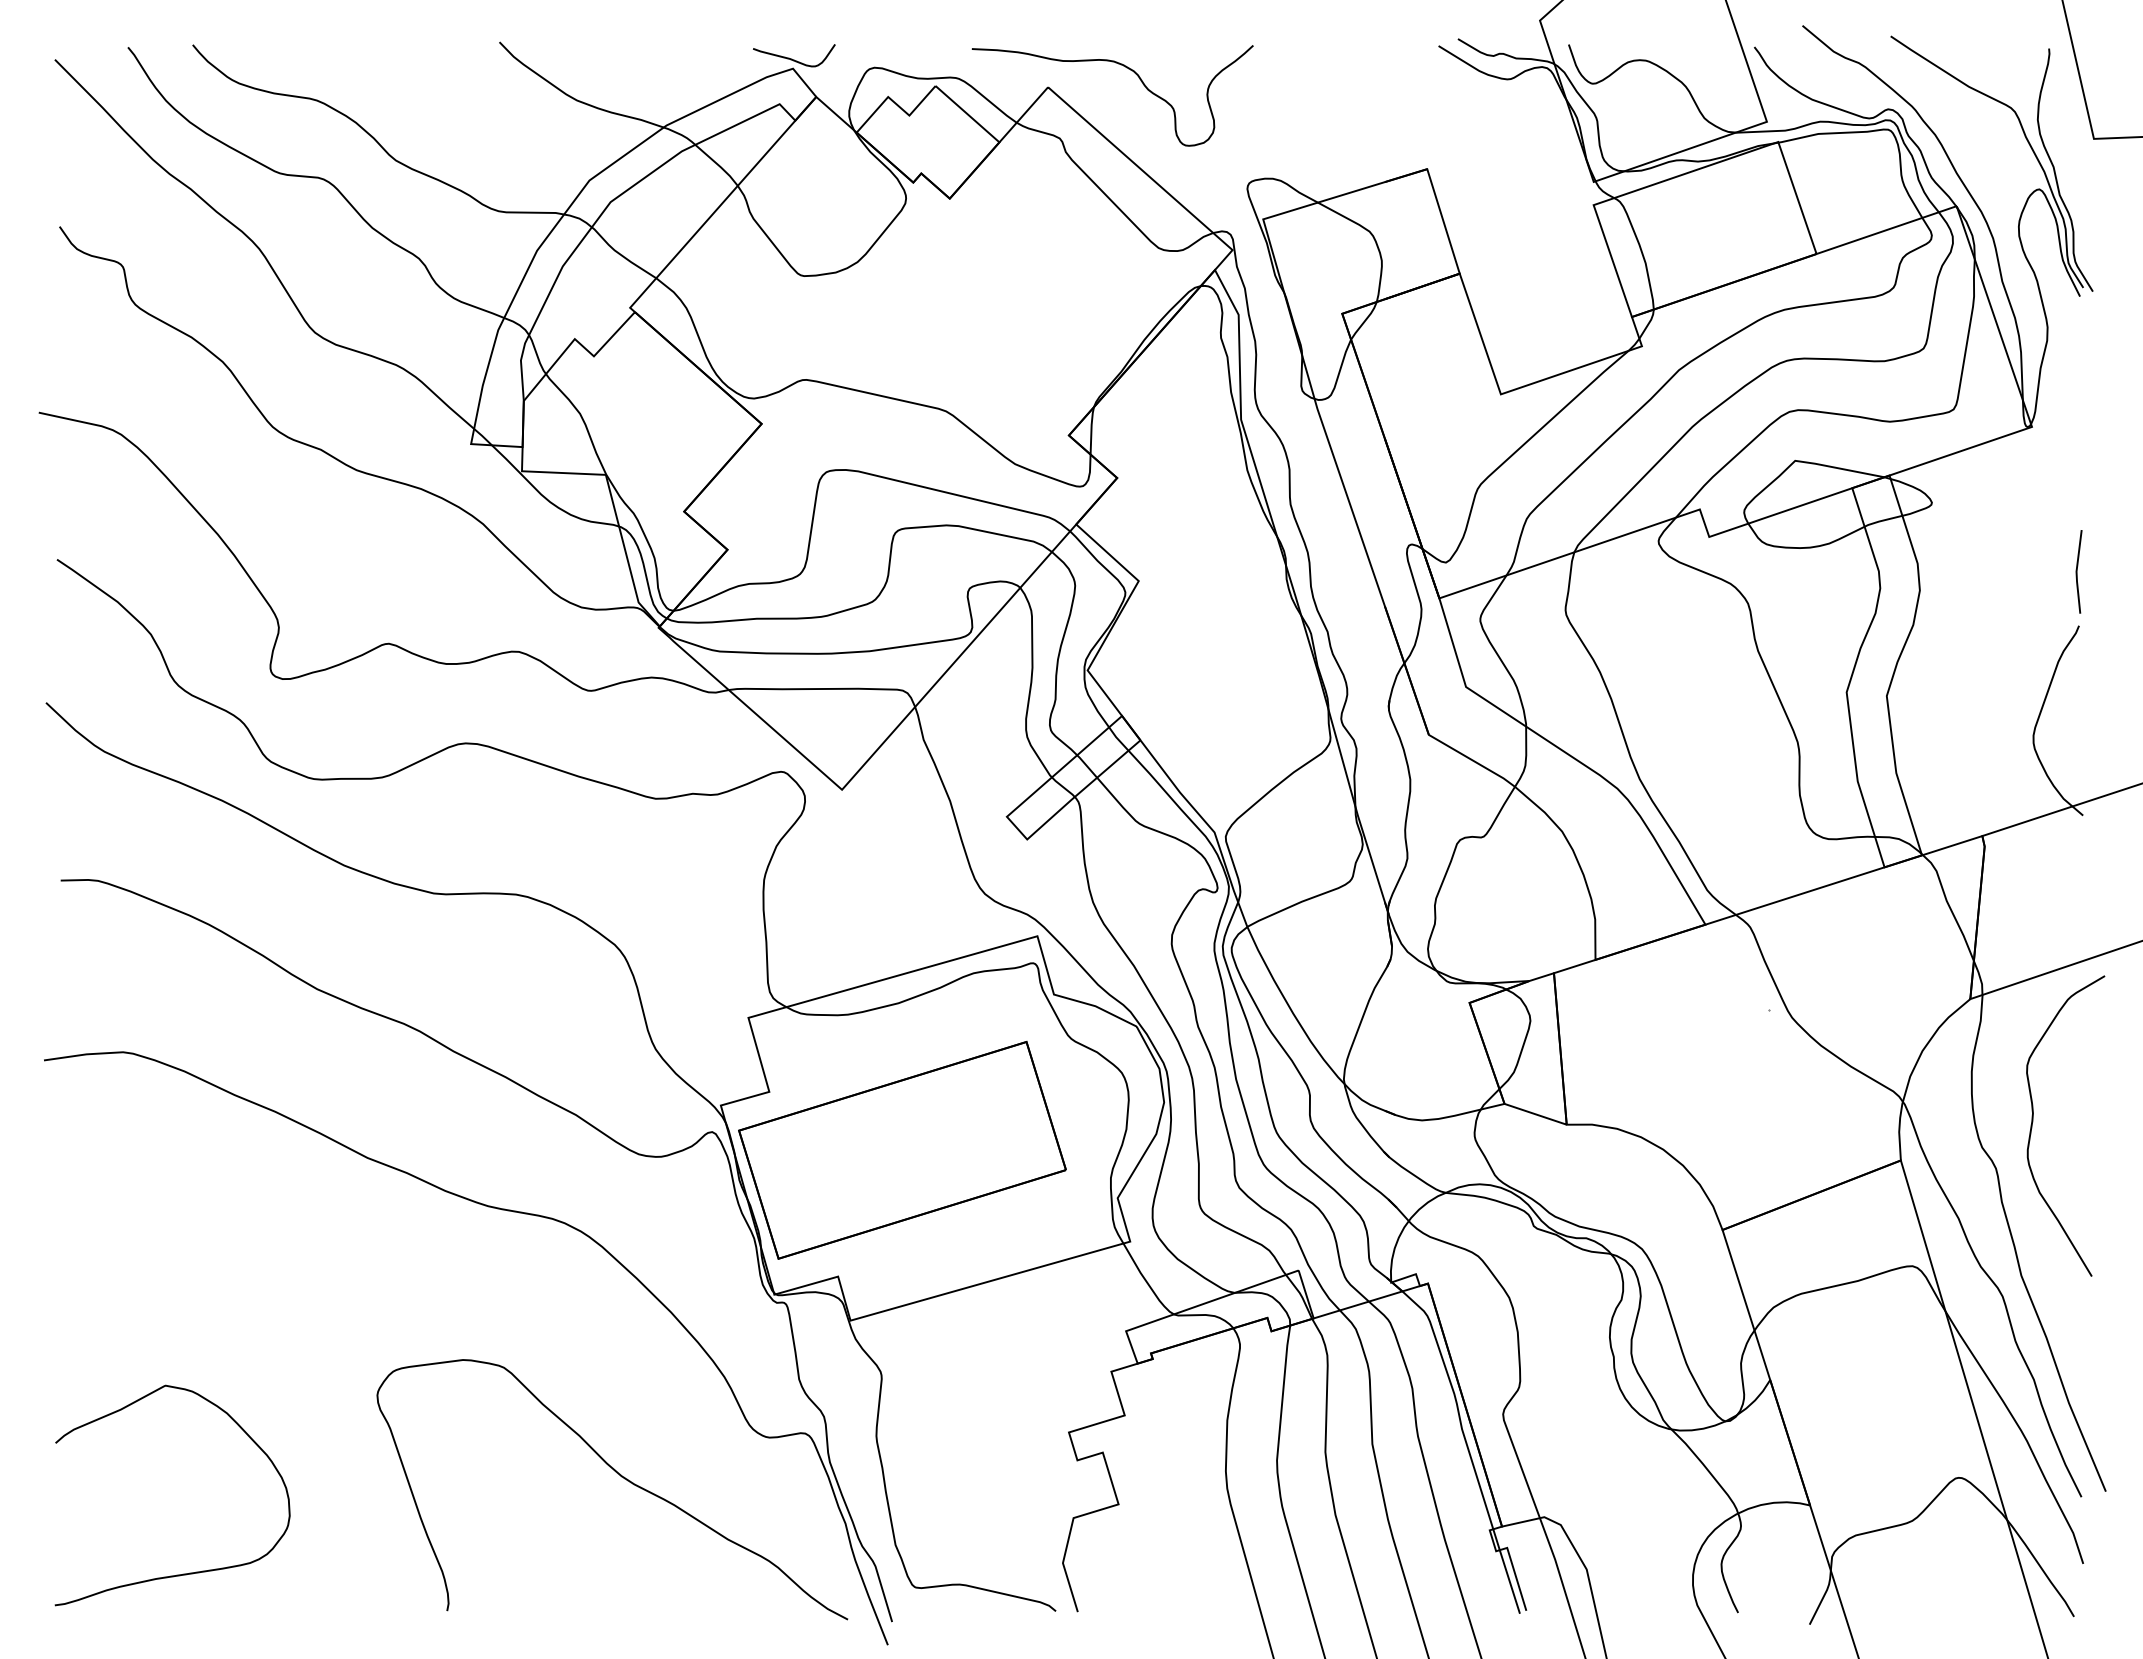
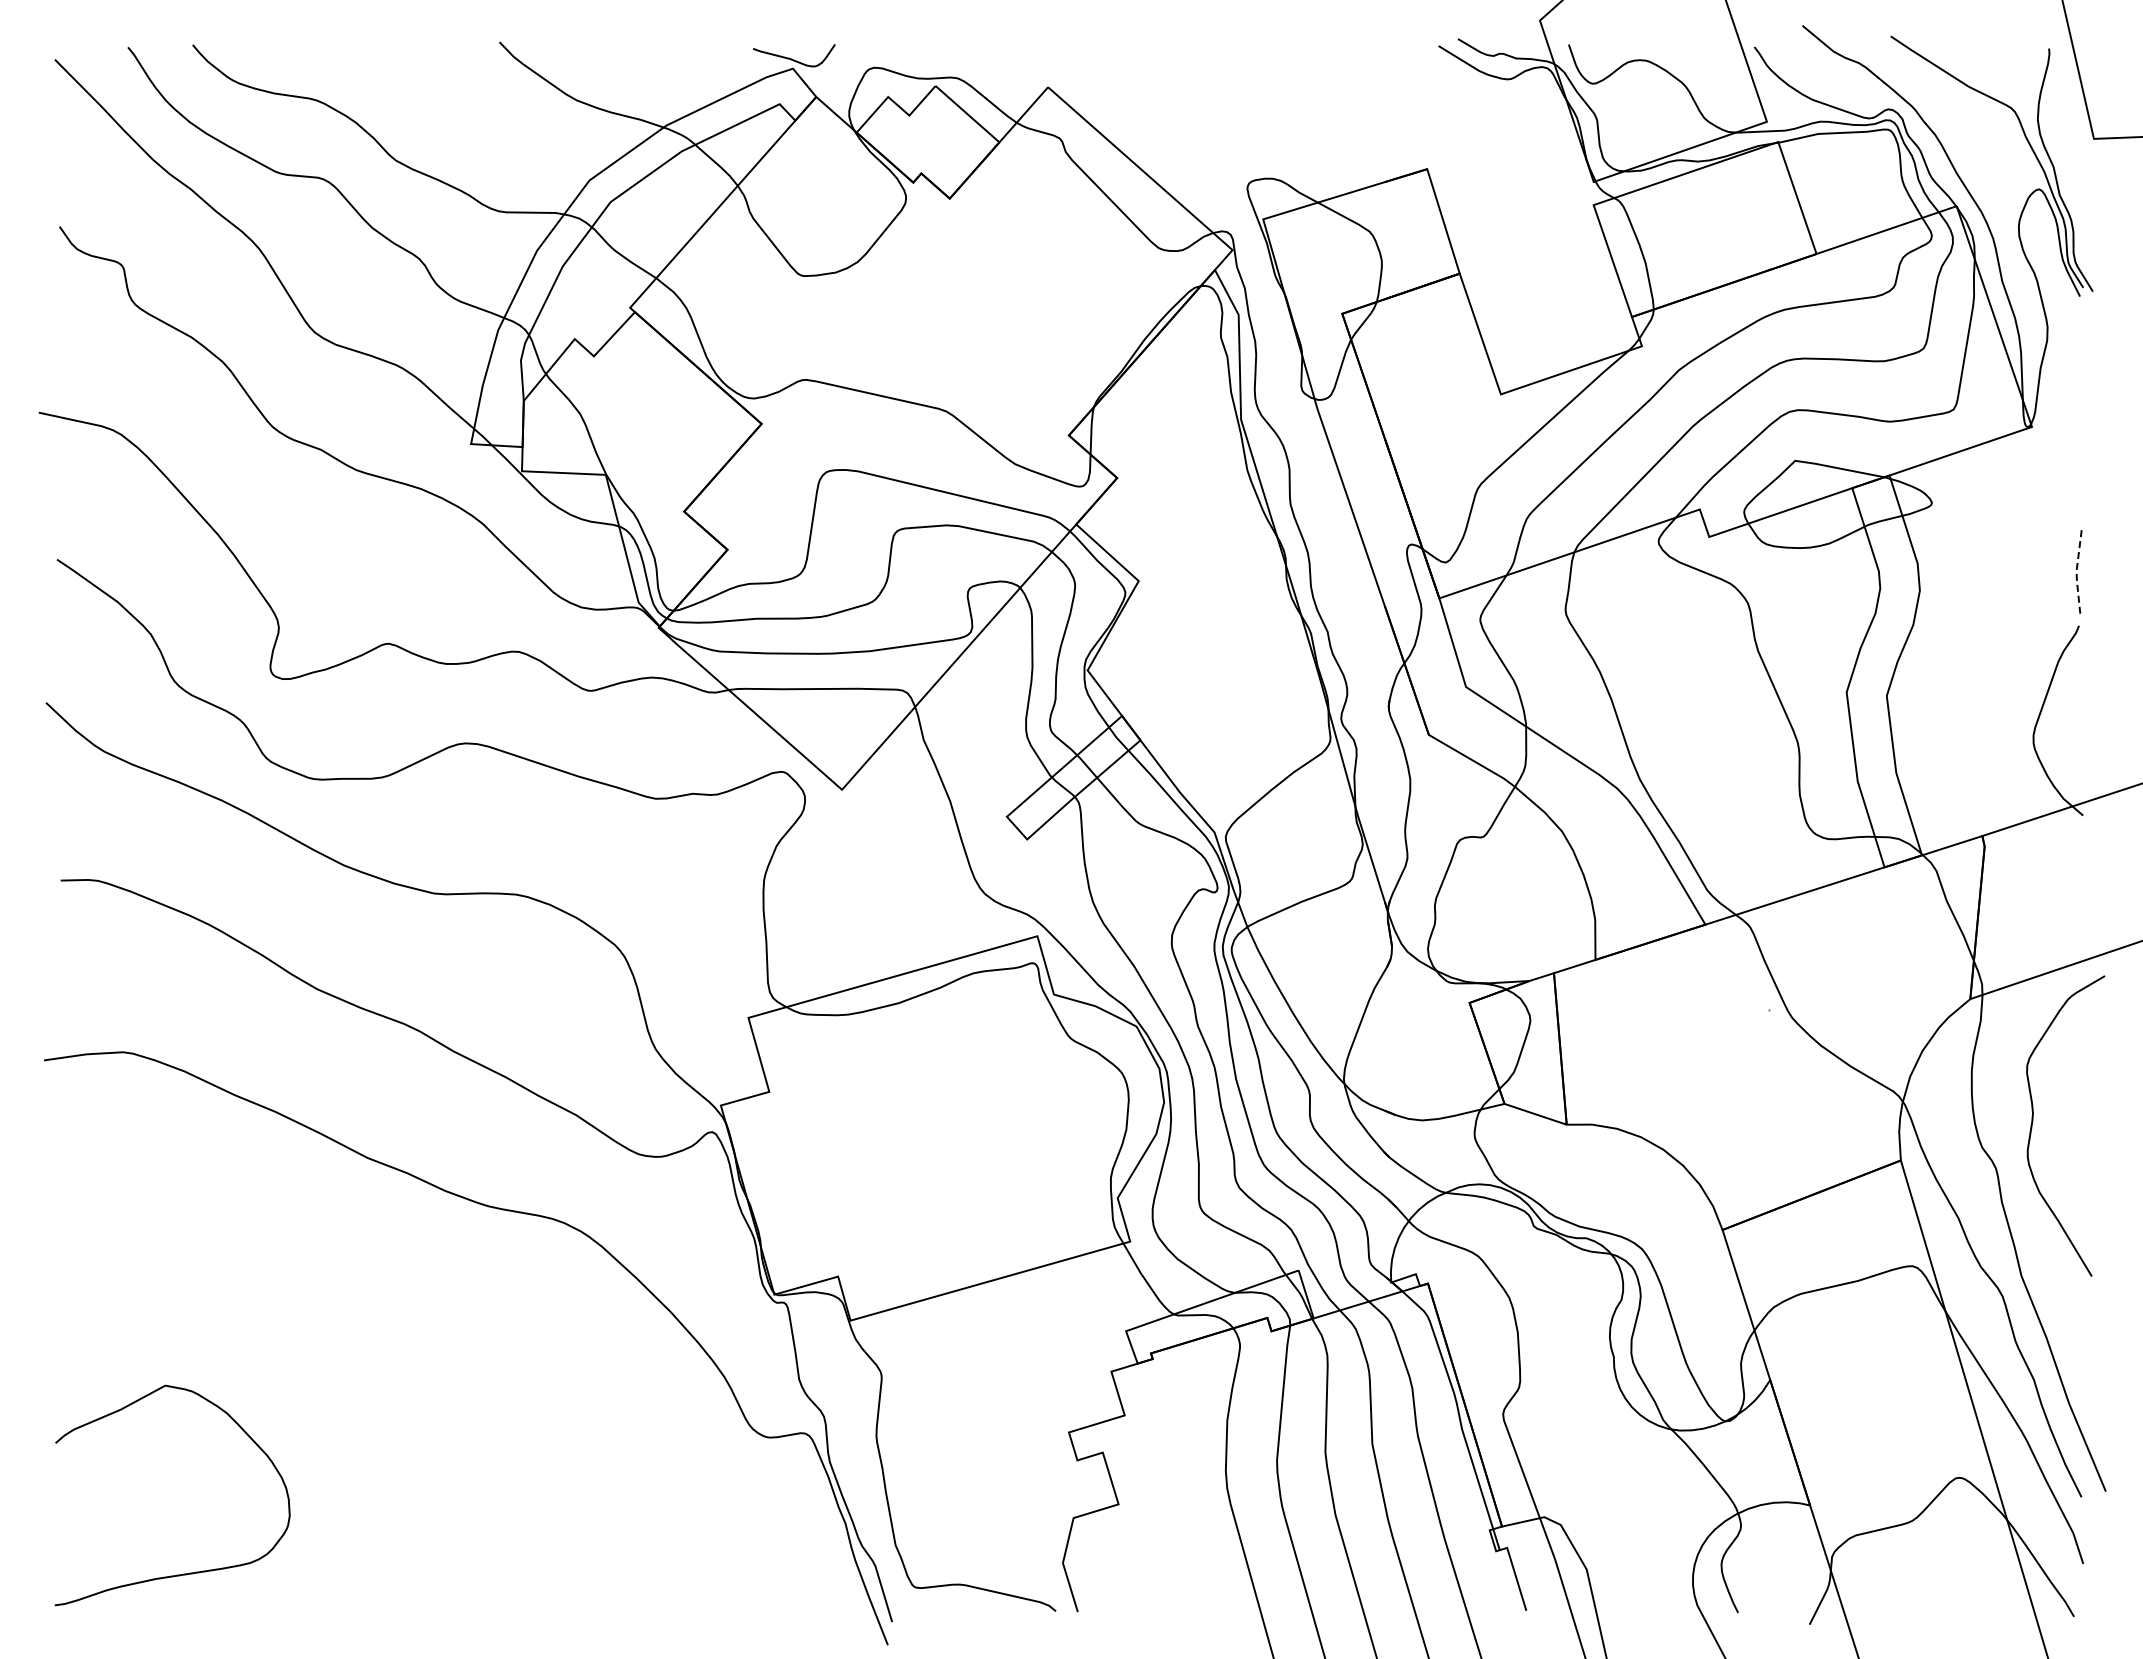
curve at (1126, 68): present -> none
line at (2076, 572): solid -> dashed
part at (902, 1150): present -> none
curve at (621, 1477): present -> none
line at (1509, 1581): present -> none
